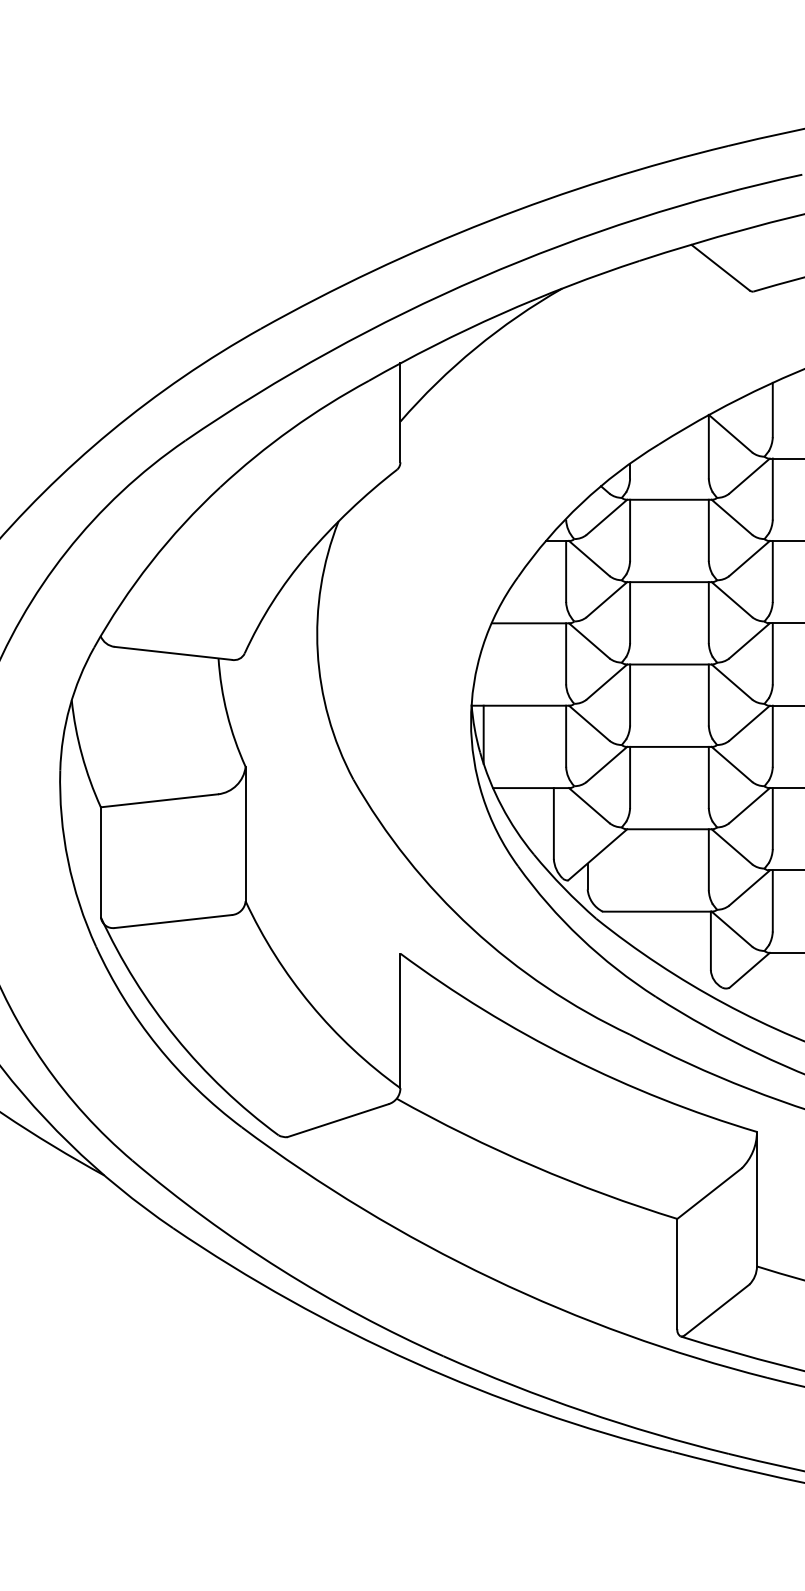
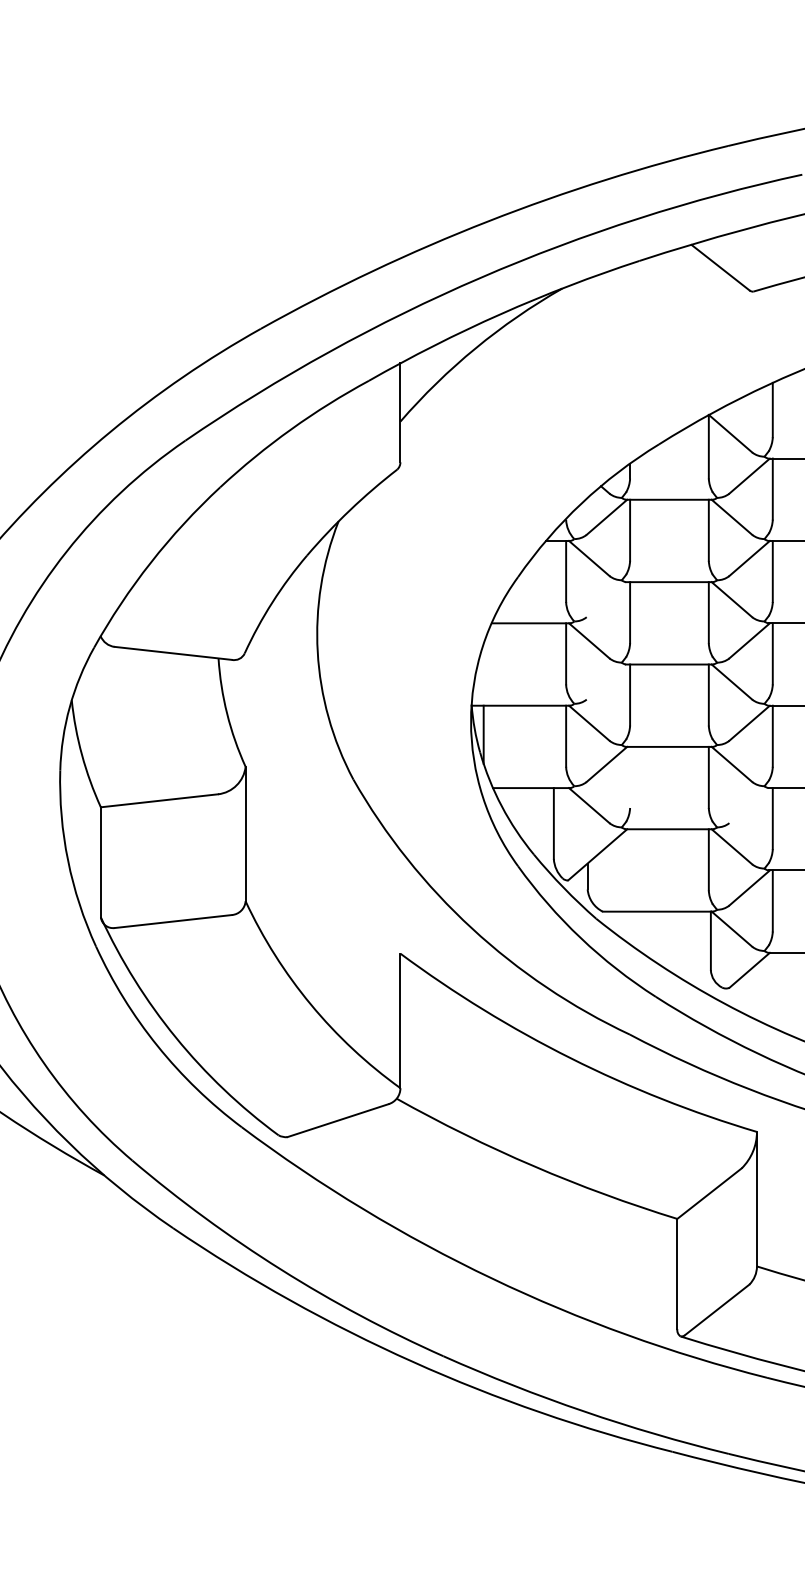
line at (606, 599): present -> none
line at (606, 681): present -> none
line at (630, 776): present -> none
line at (749, 805): present -> none
